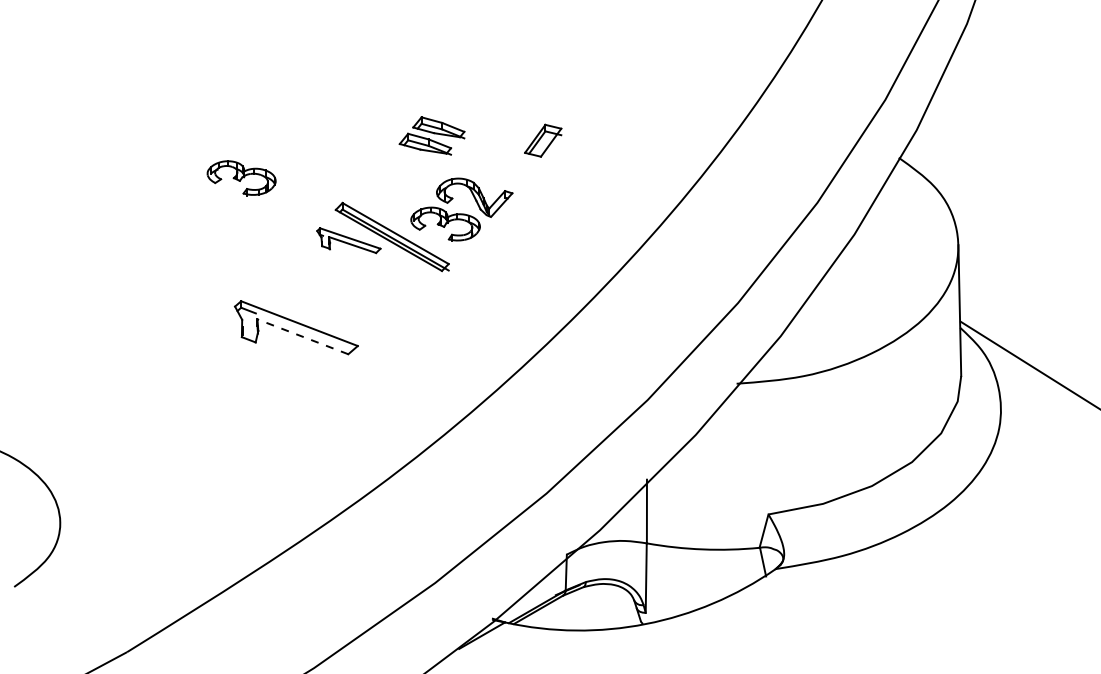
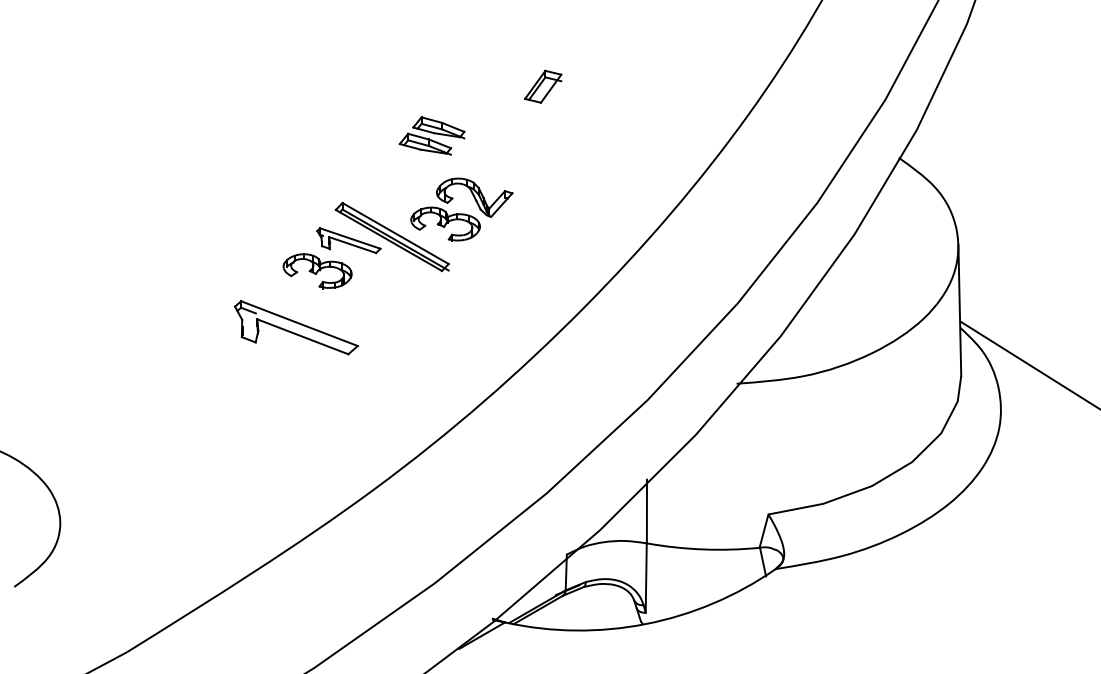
part at (543, 140) position: (543, 140) -> (543, 86)
part at (241, 178) position: (241, 178) -> (317, 271)
line at (302, 336): dashed -> solid
